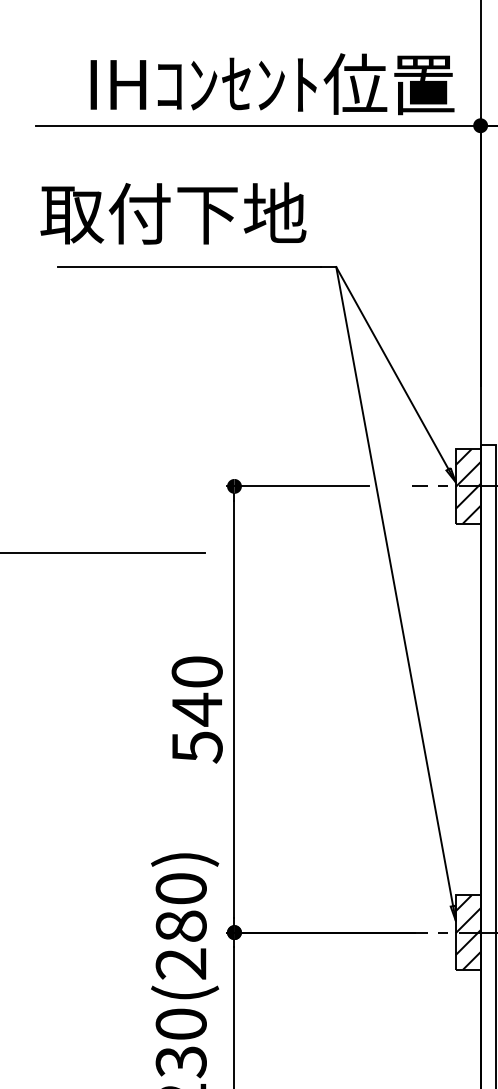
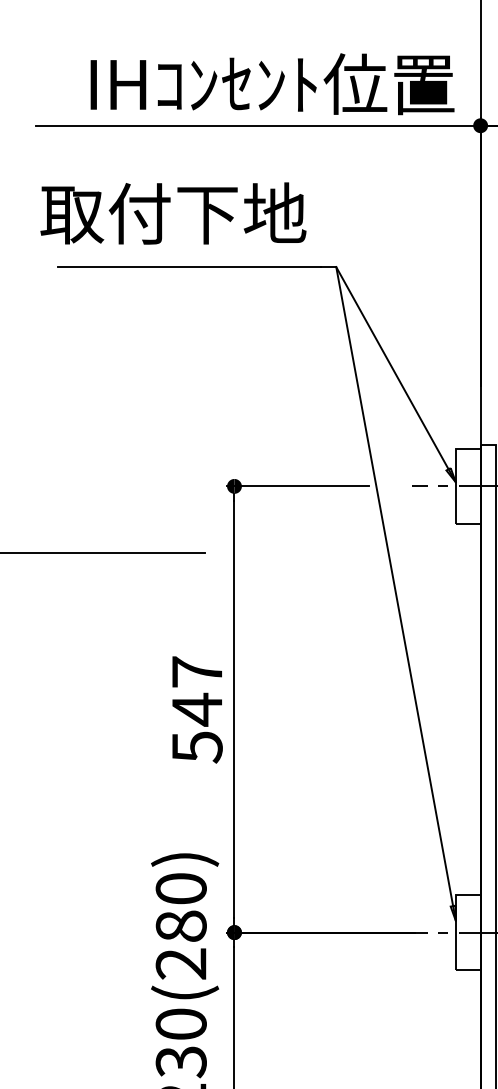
hatch at (467, 486): present -> none
text at (196, 671): 540 -> 547
hatch at (467, 932): present -> none
